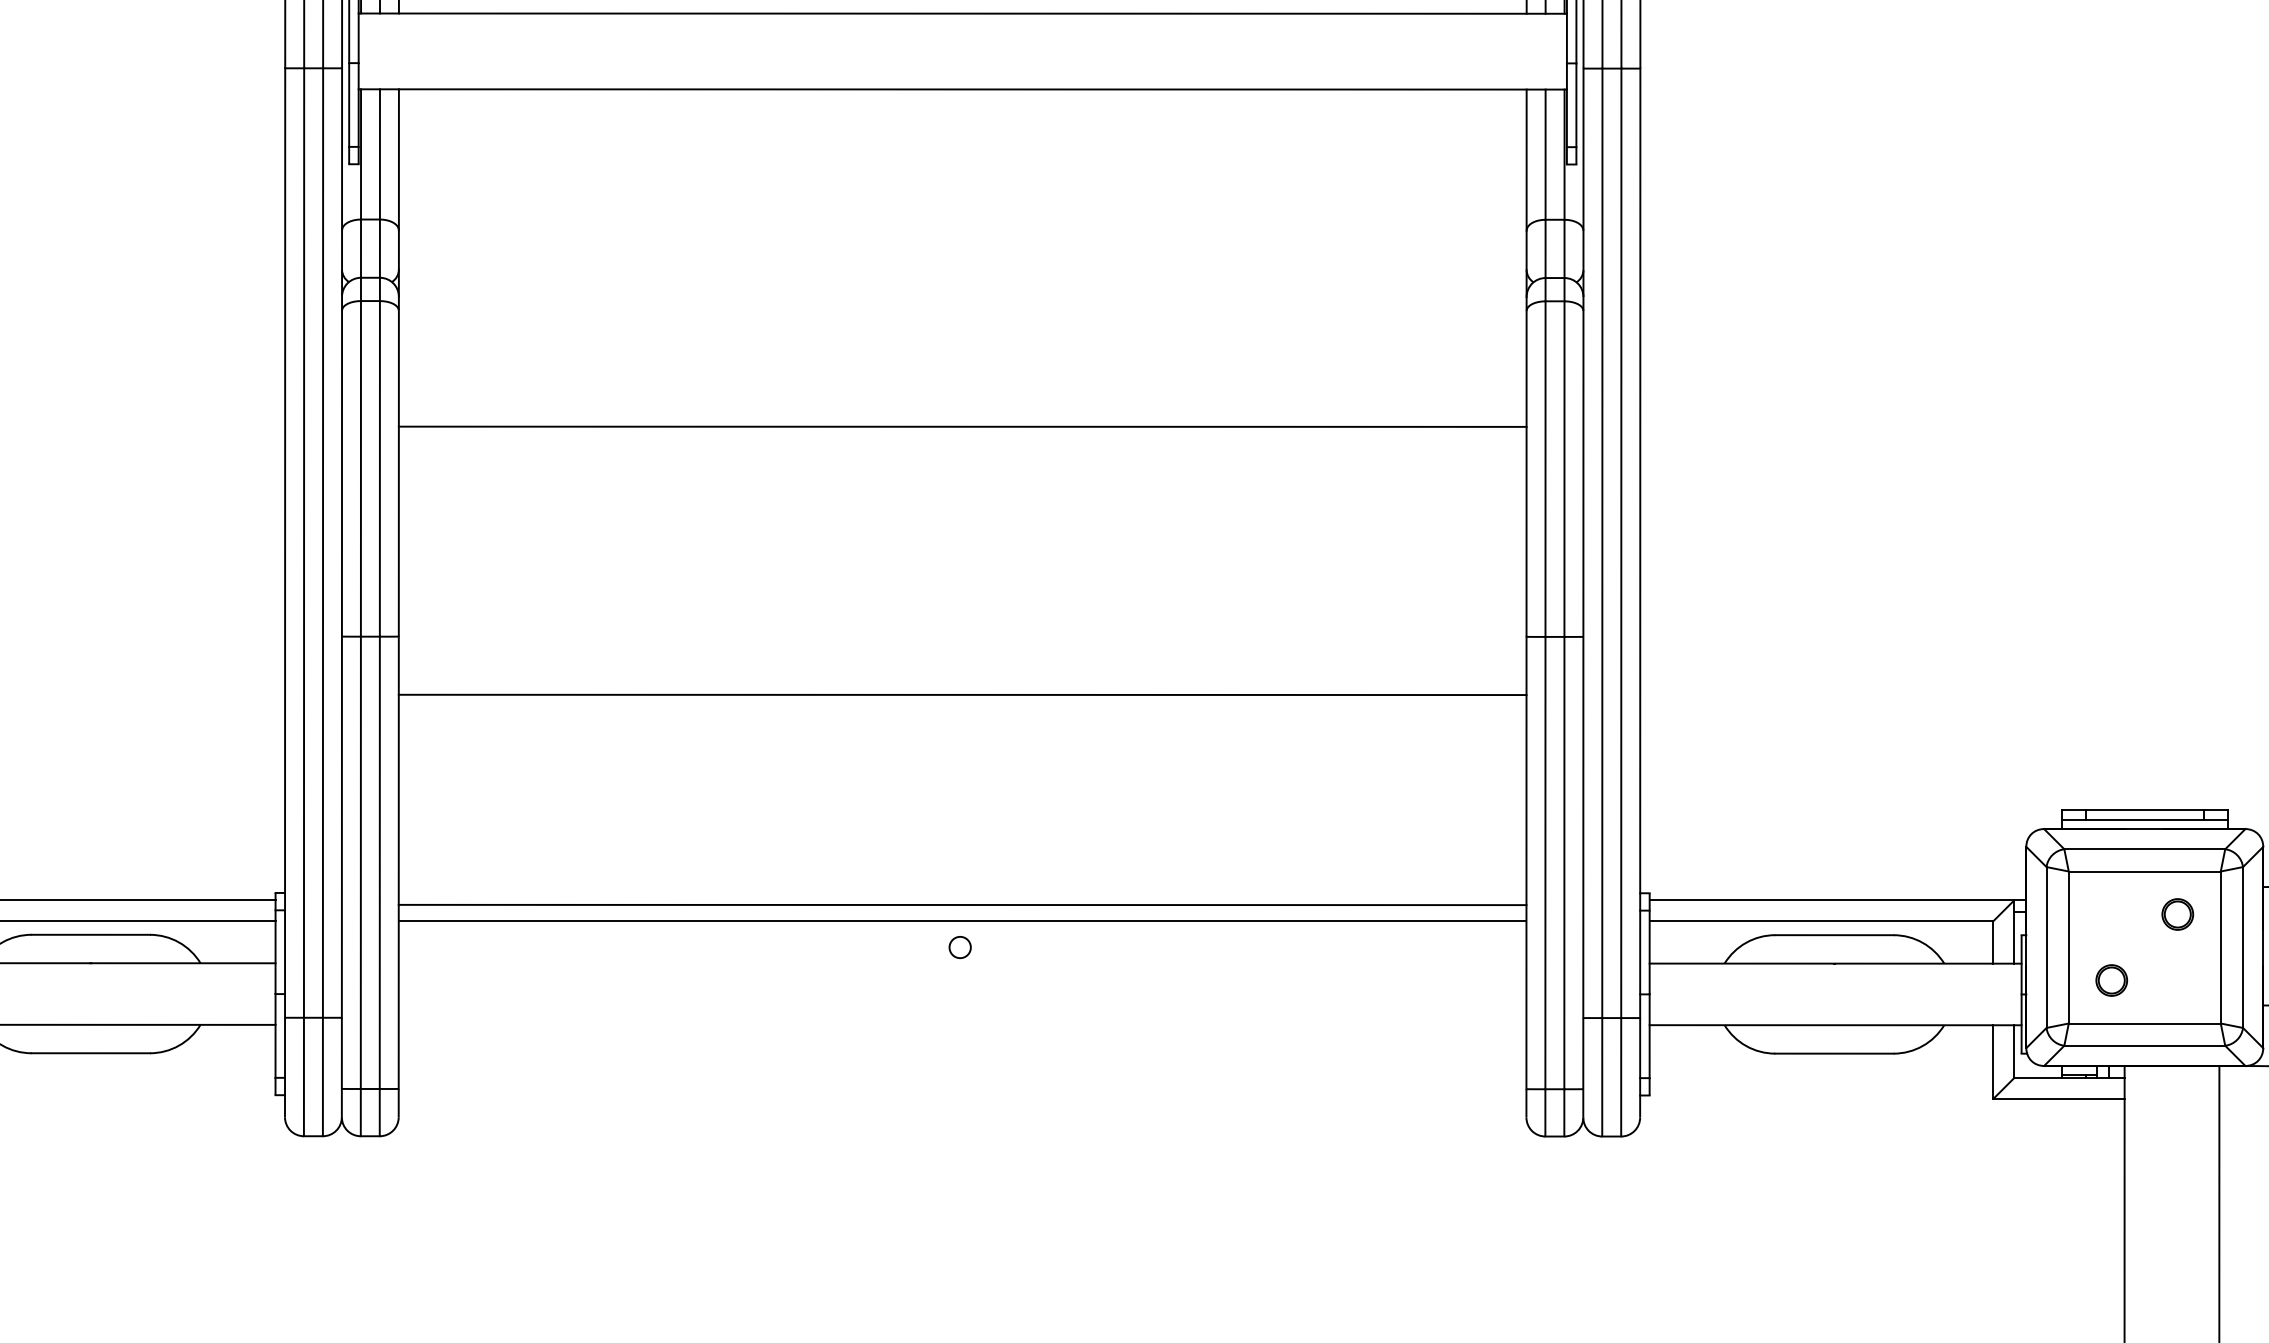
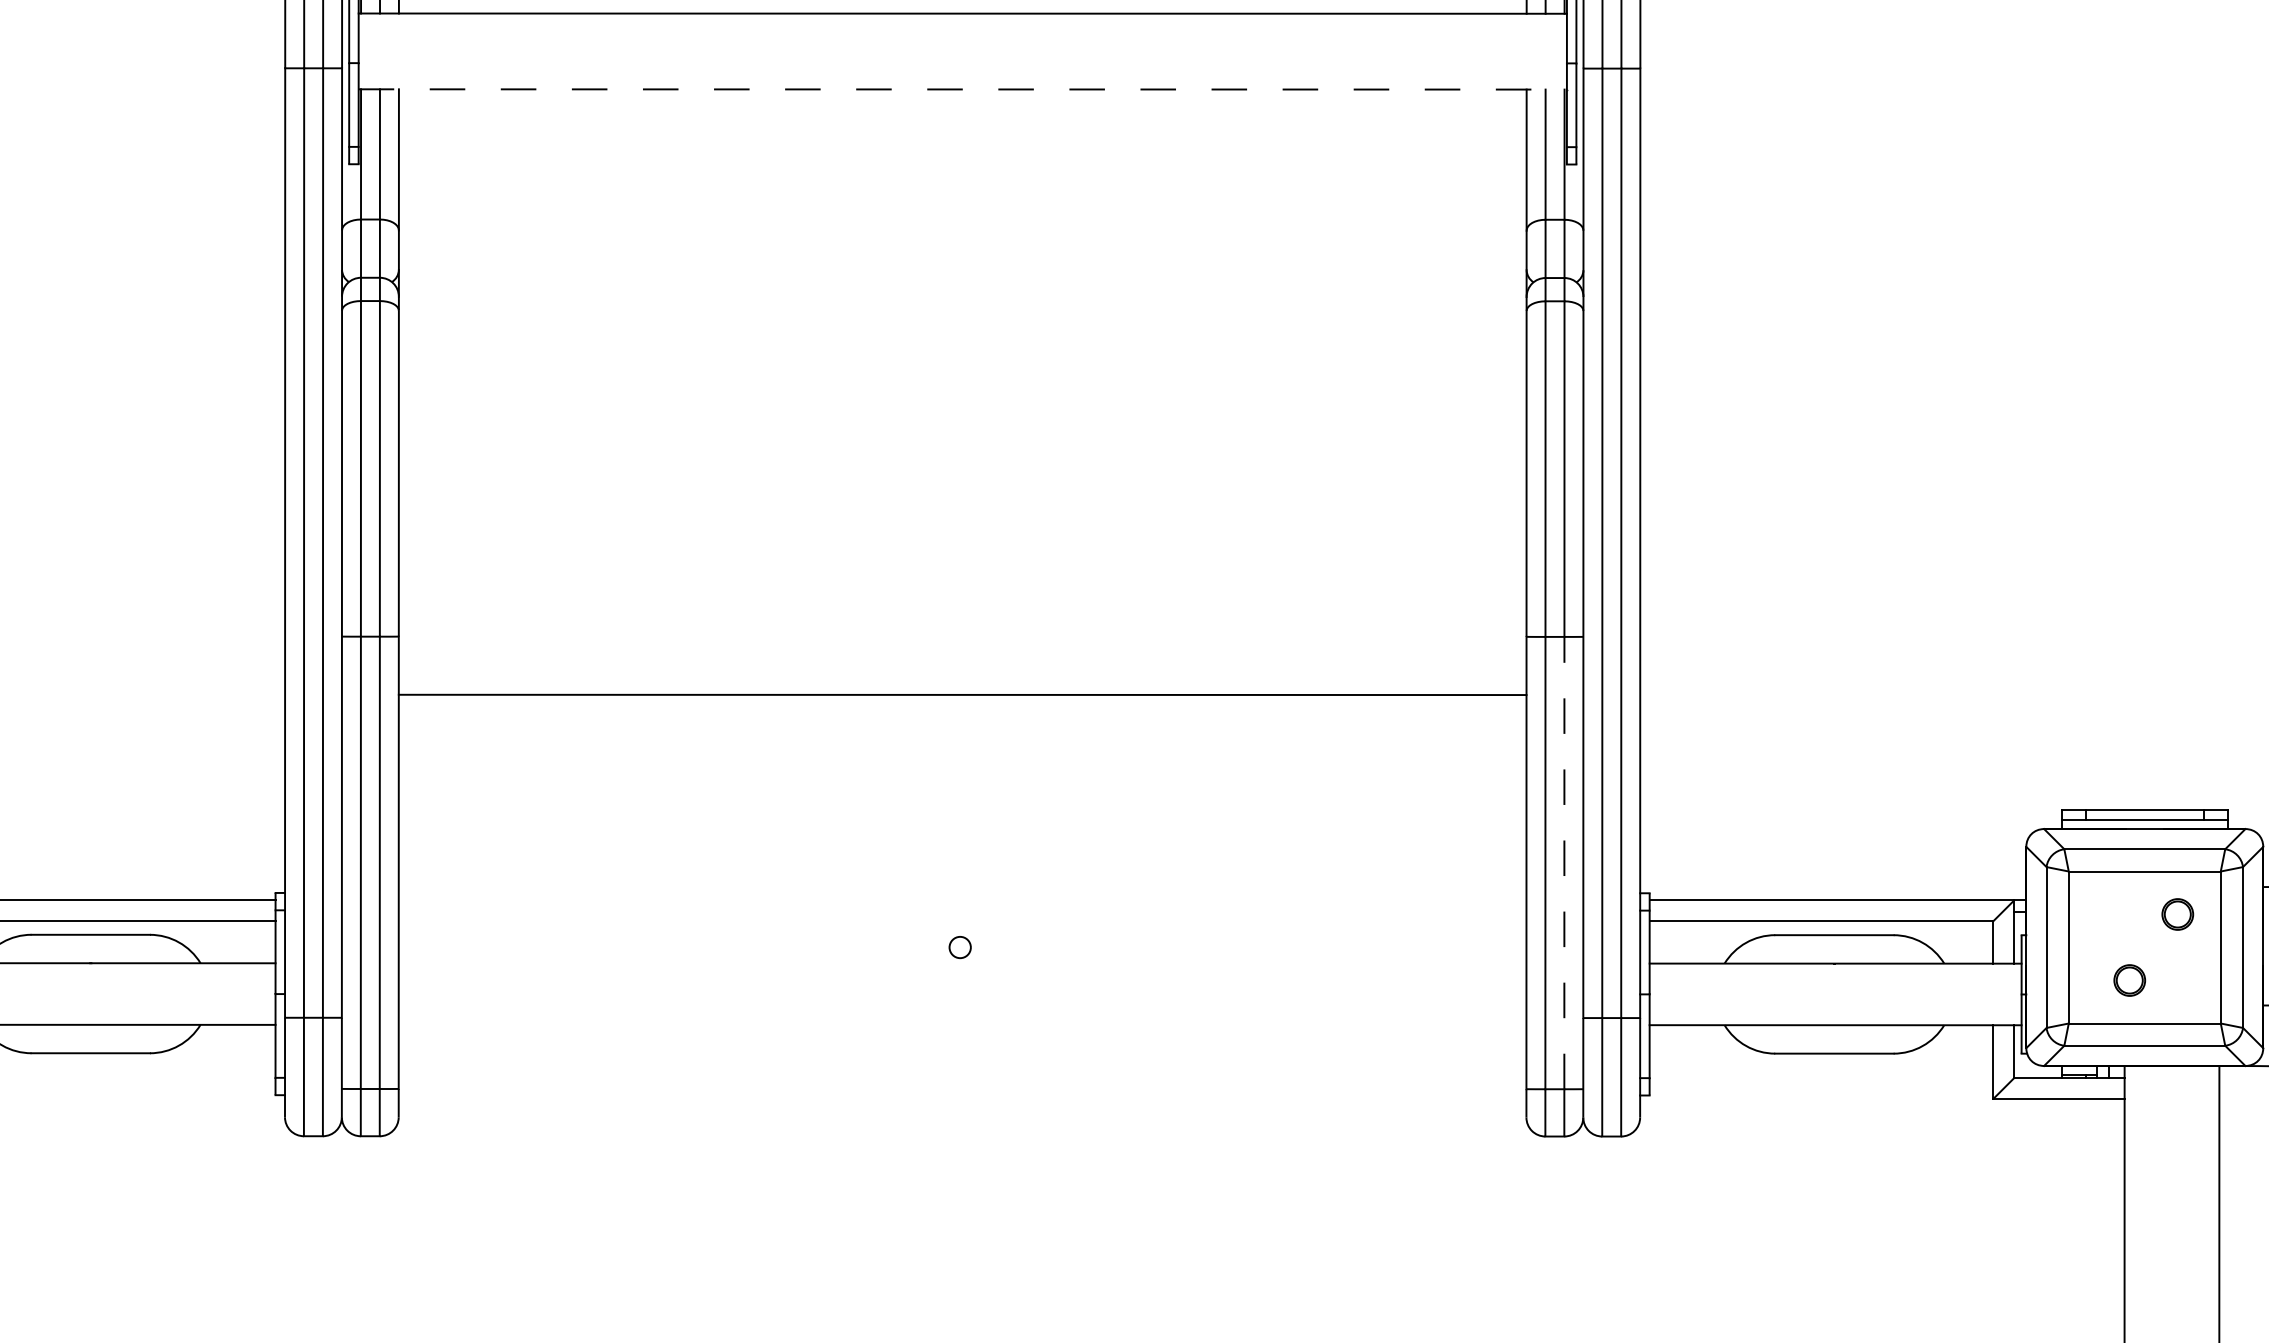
line at (963, 89): solid -> dashed
line at (962, 426): present -> none
line at (1564, 862): solid -> dashed
line at (962, 904): present -> none
line at (962, 921): present -> none
part at (2111, 980) position: (2111, 980) -> (2129, 980)
